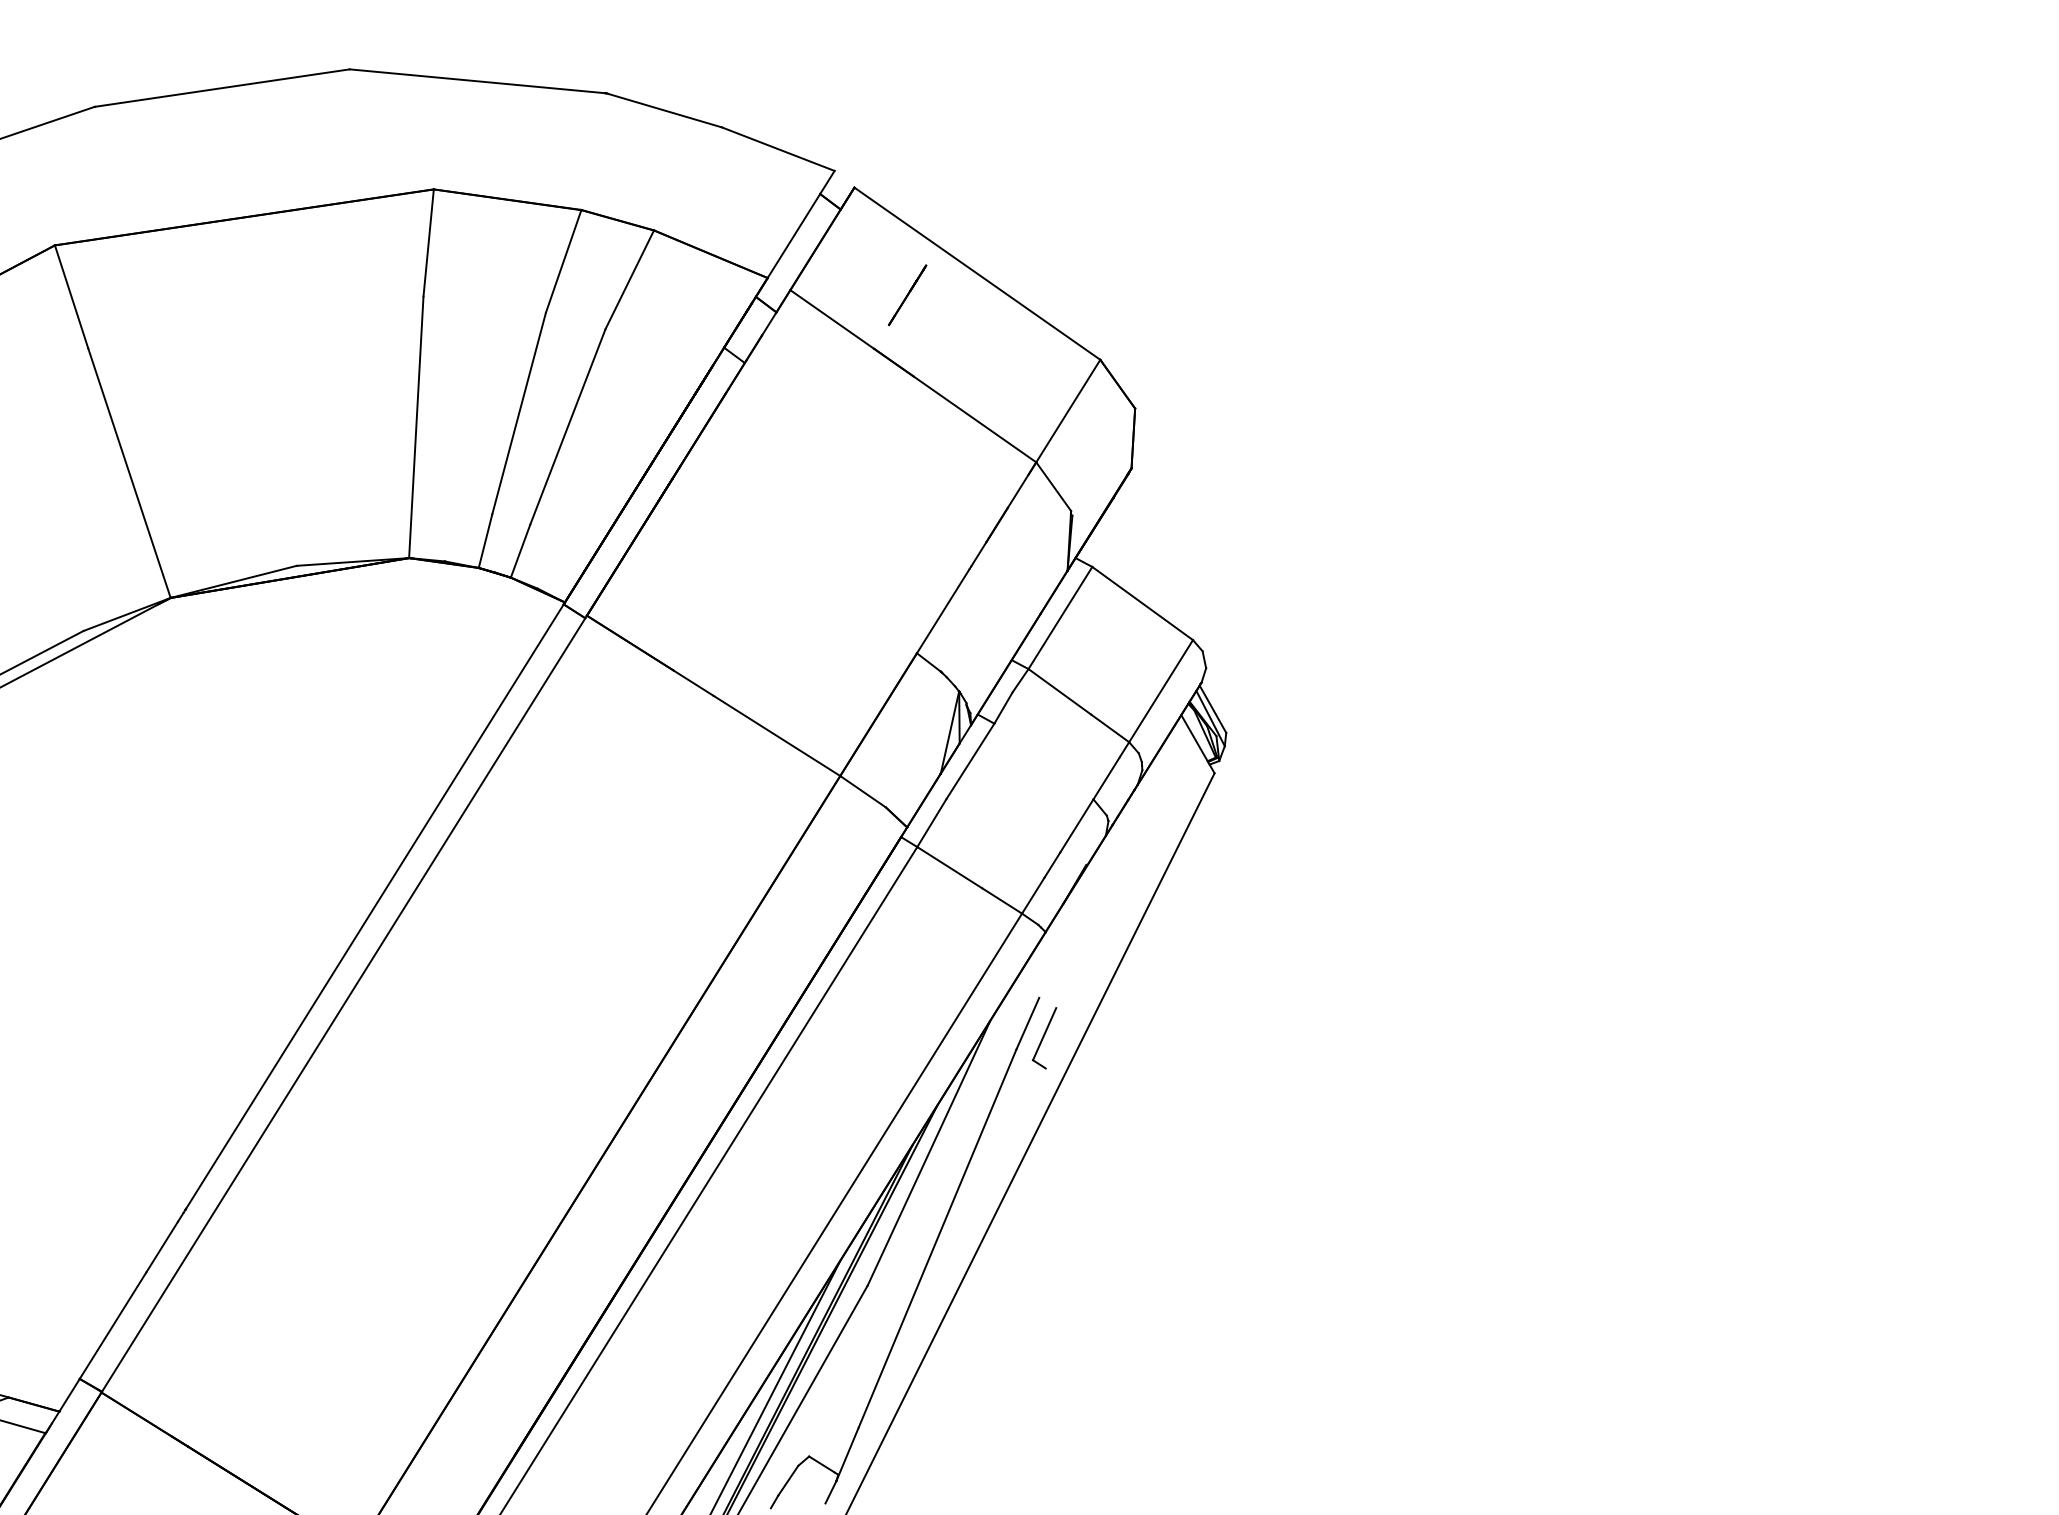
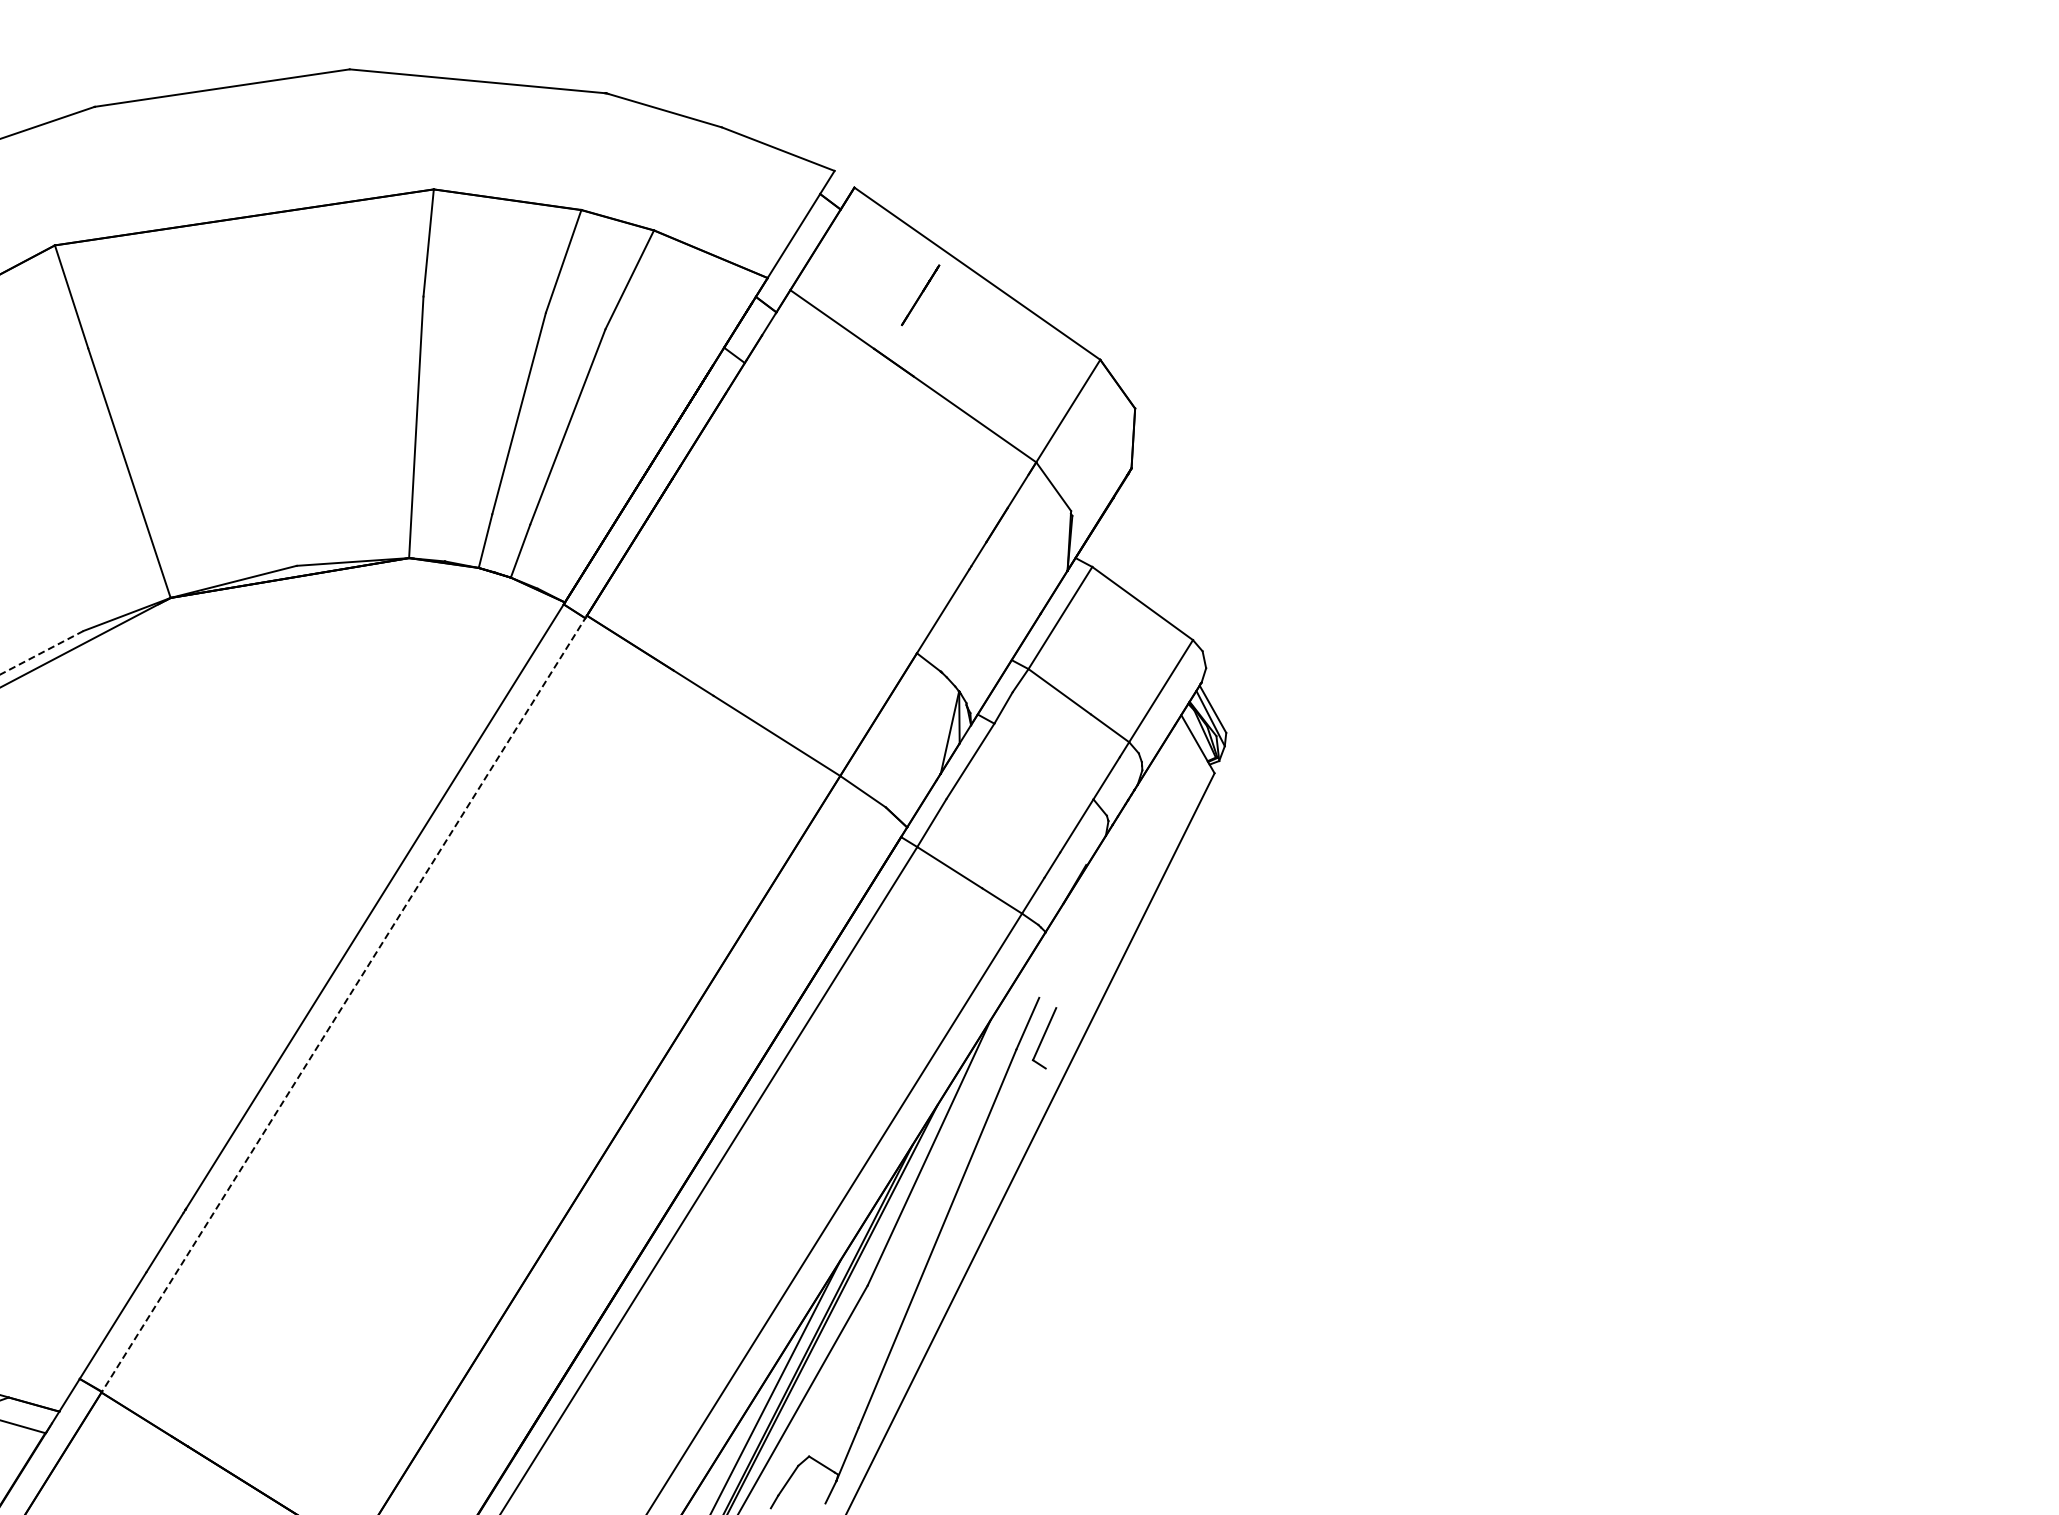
line at (907, 295) position: (907, 295) -> (920, 295)
line at (41, 652): solid -> dashed
line at (343, 1004): solid -> dashed
